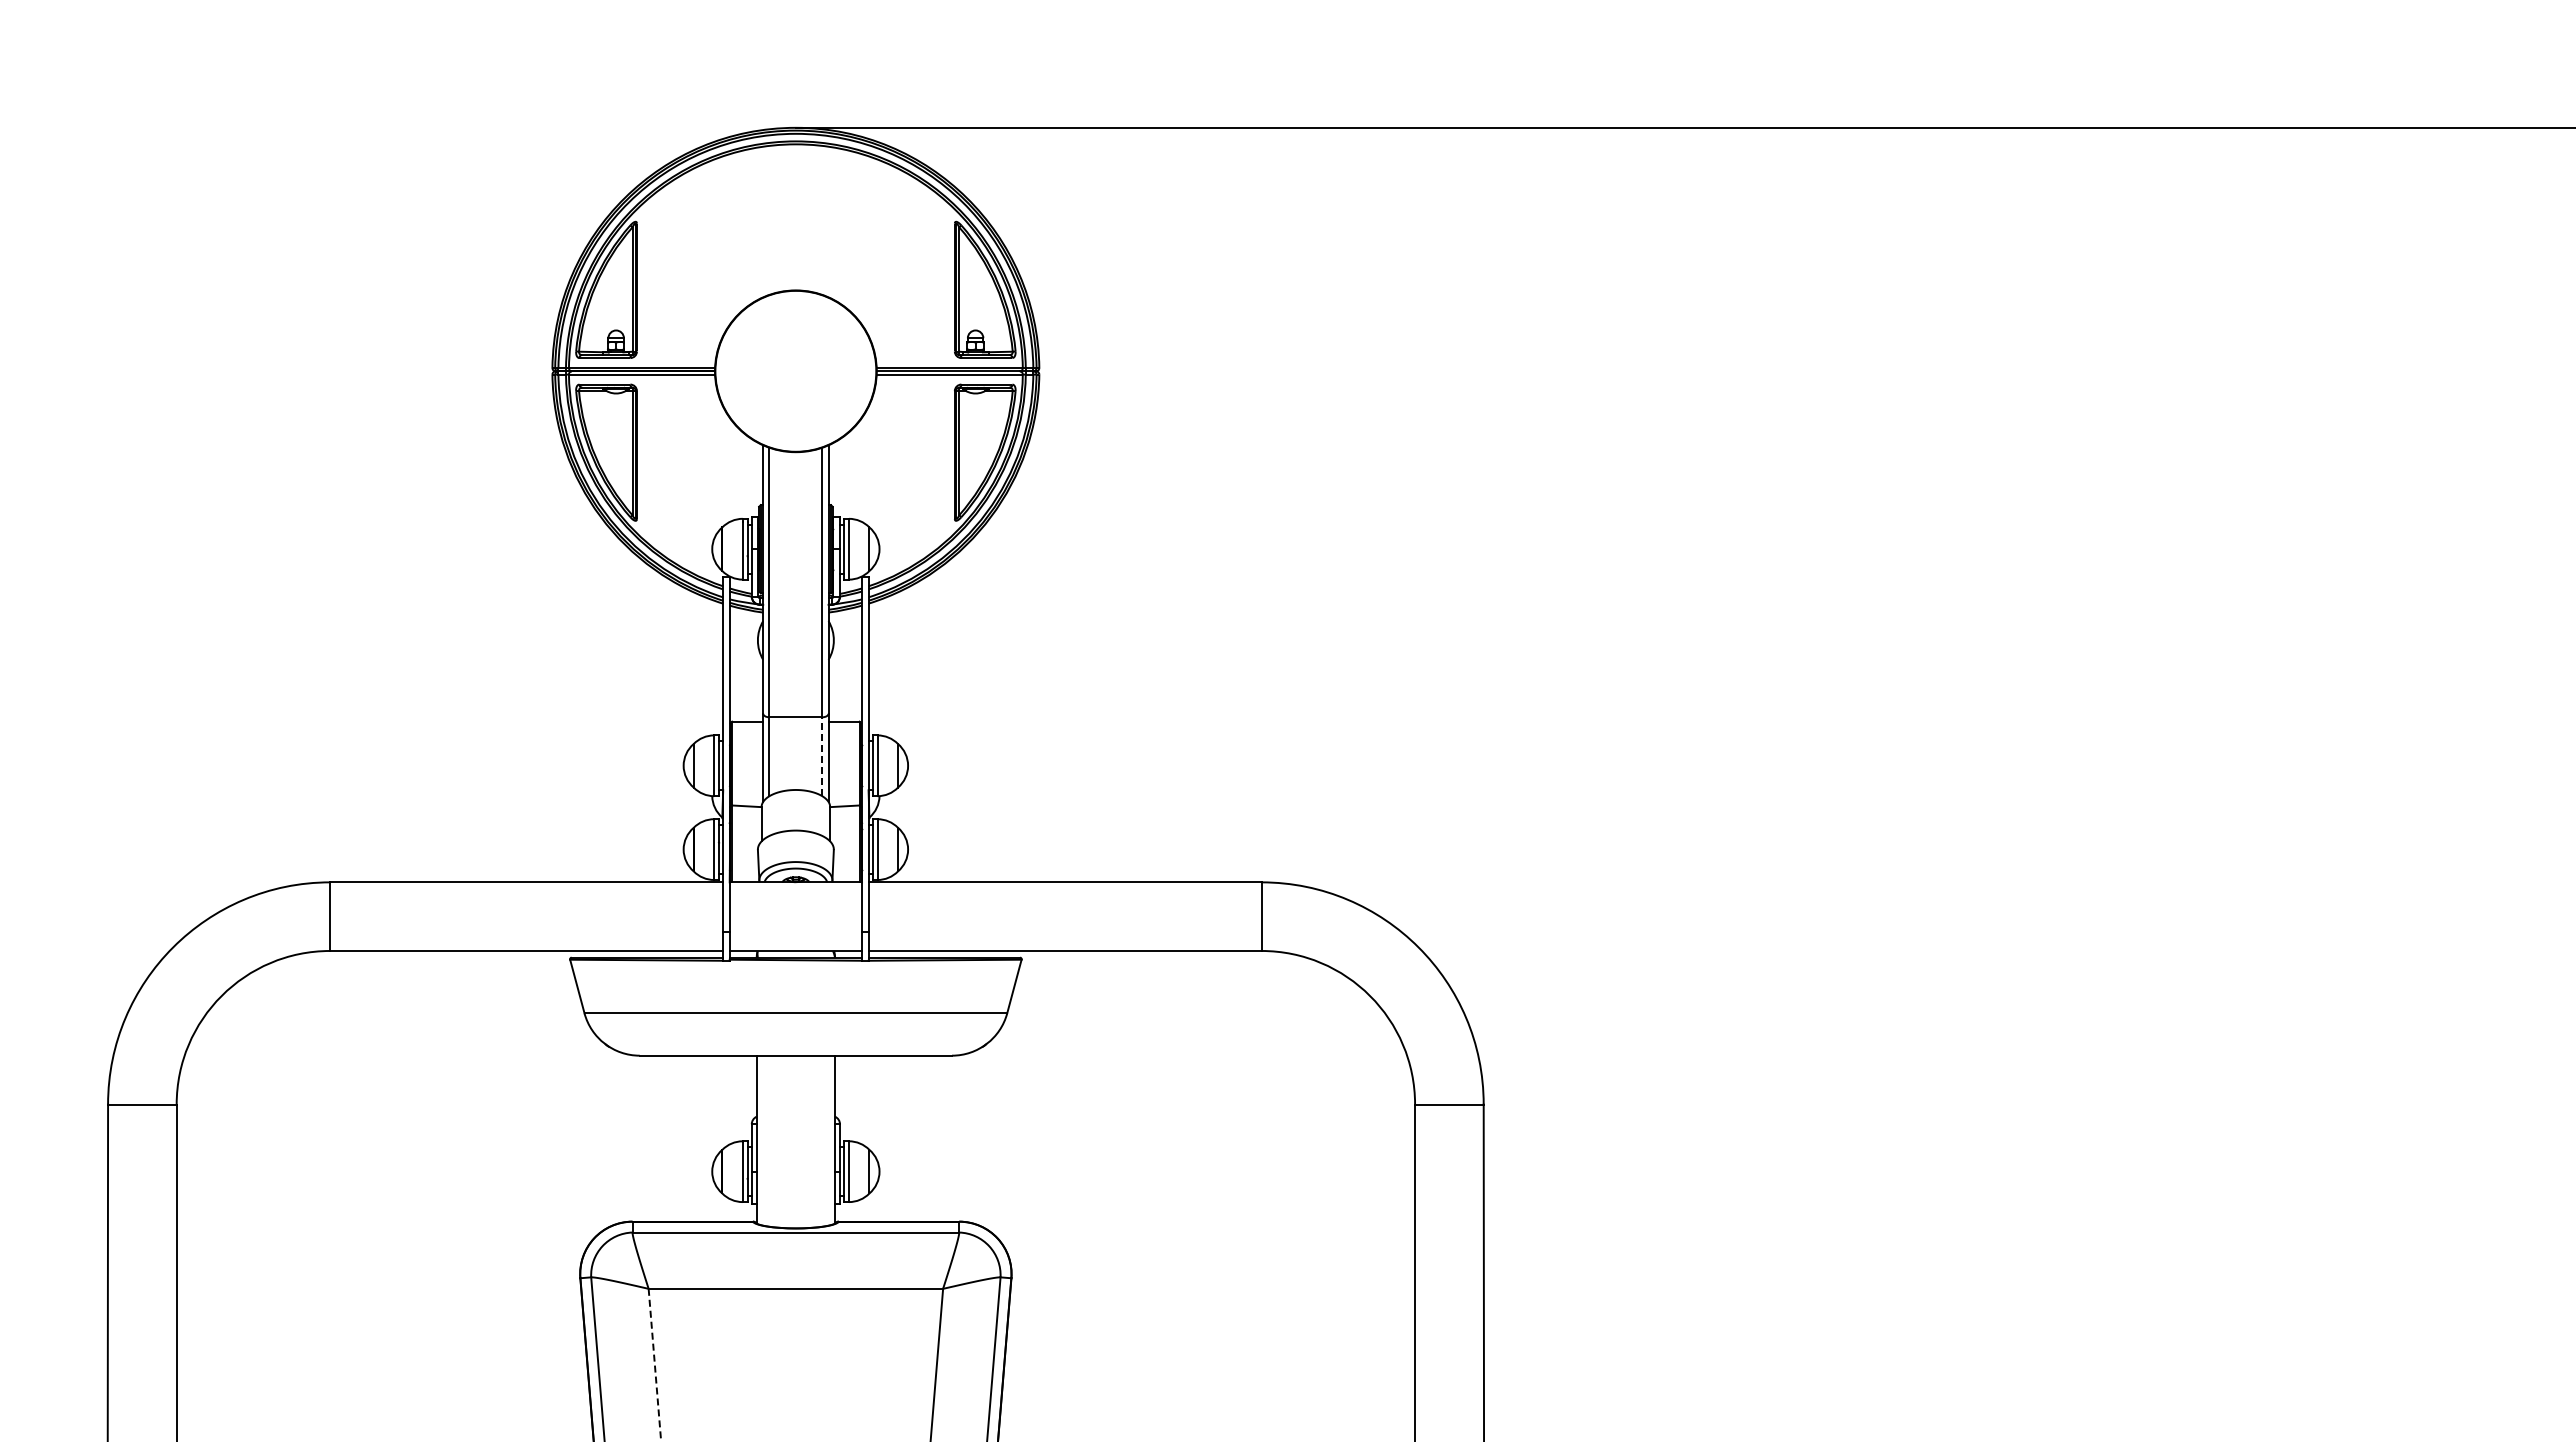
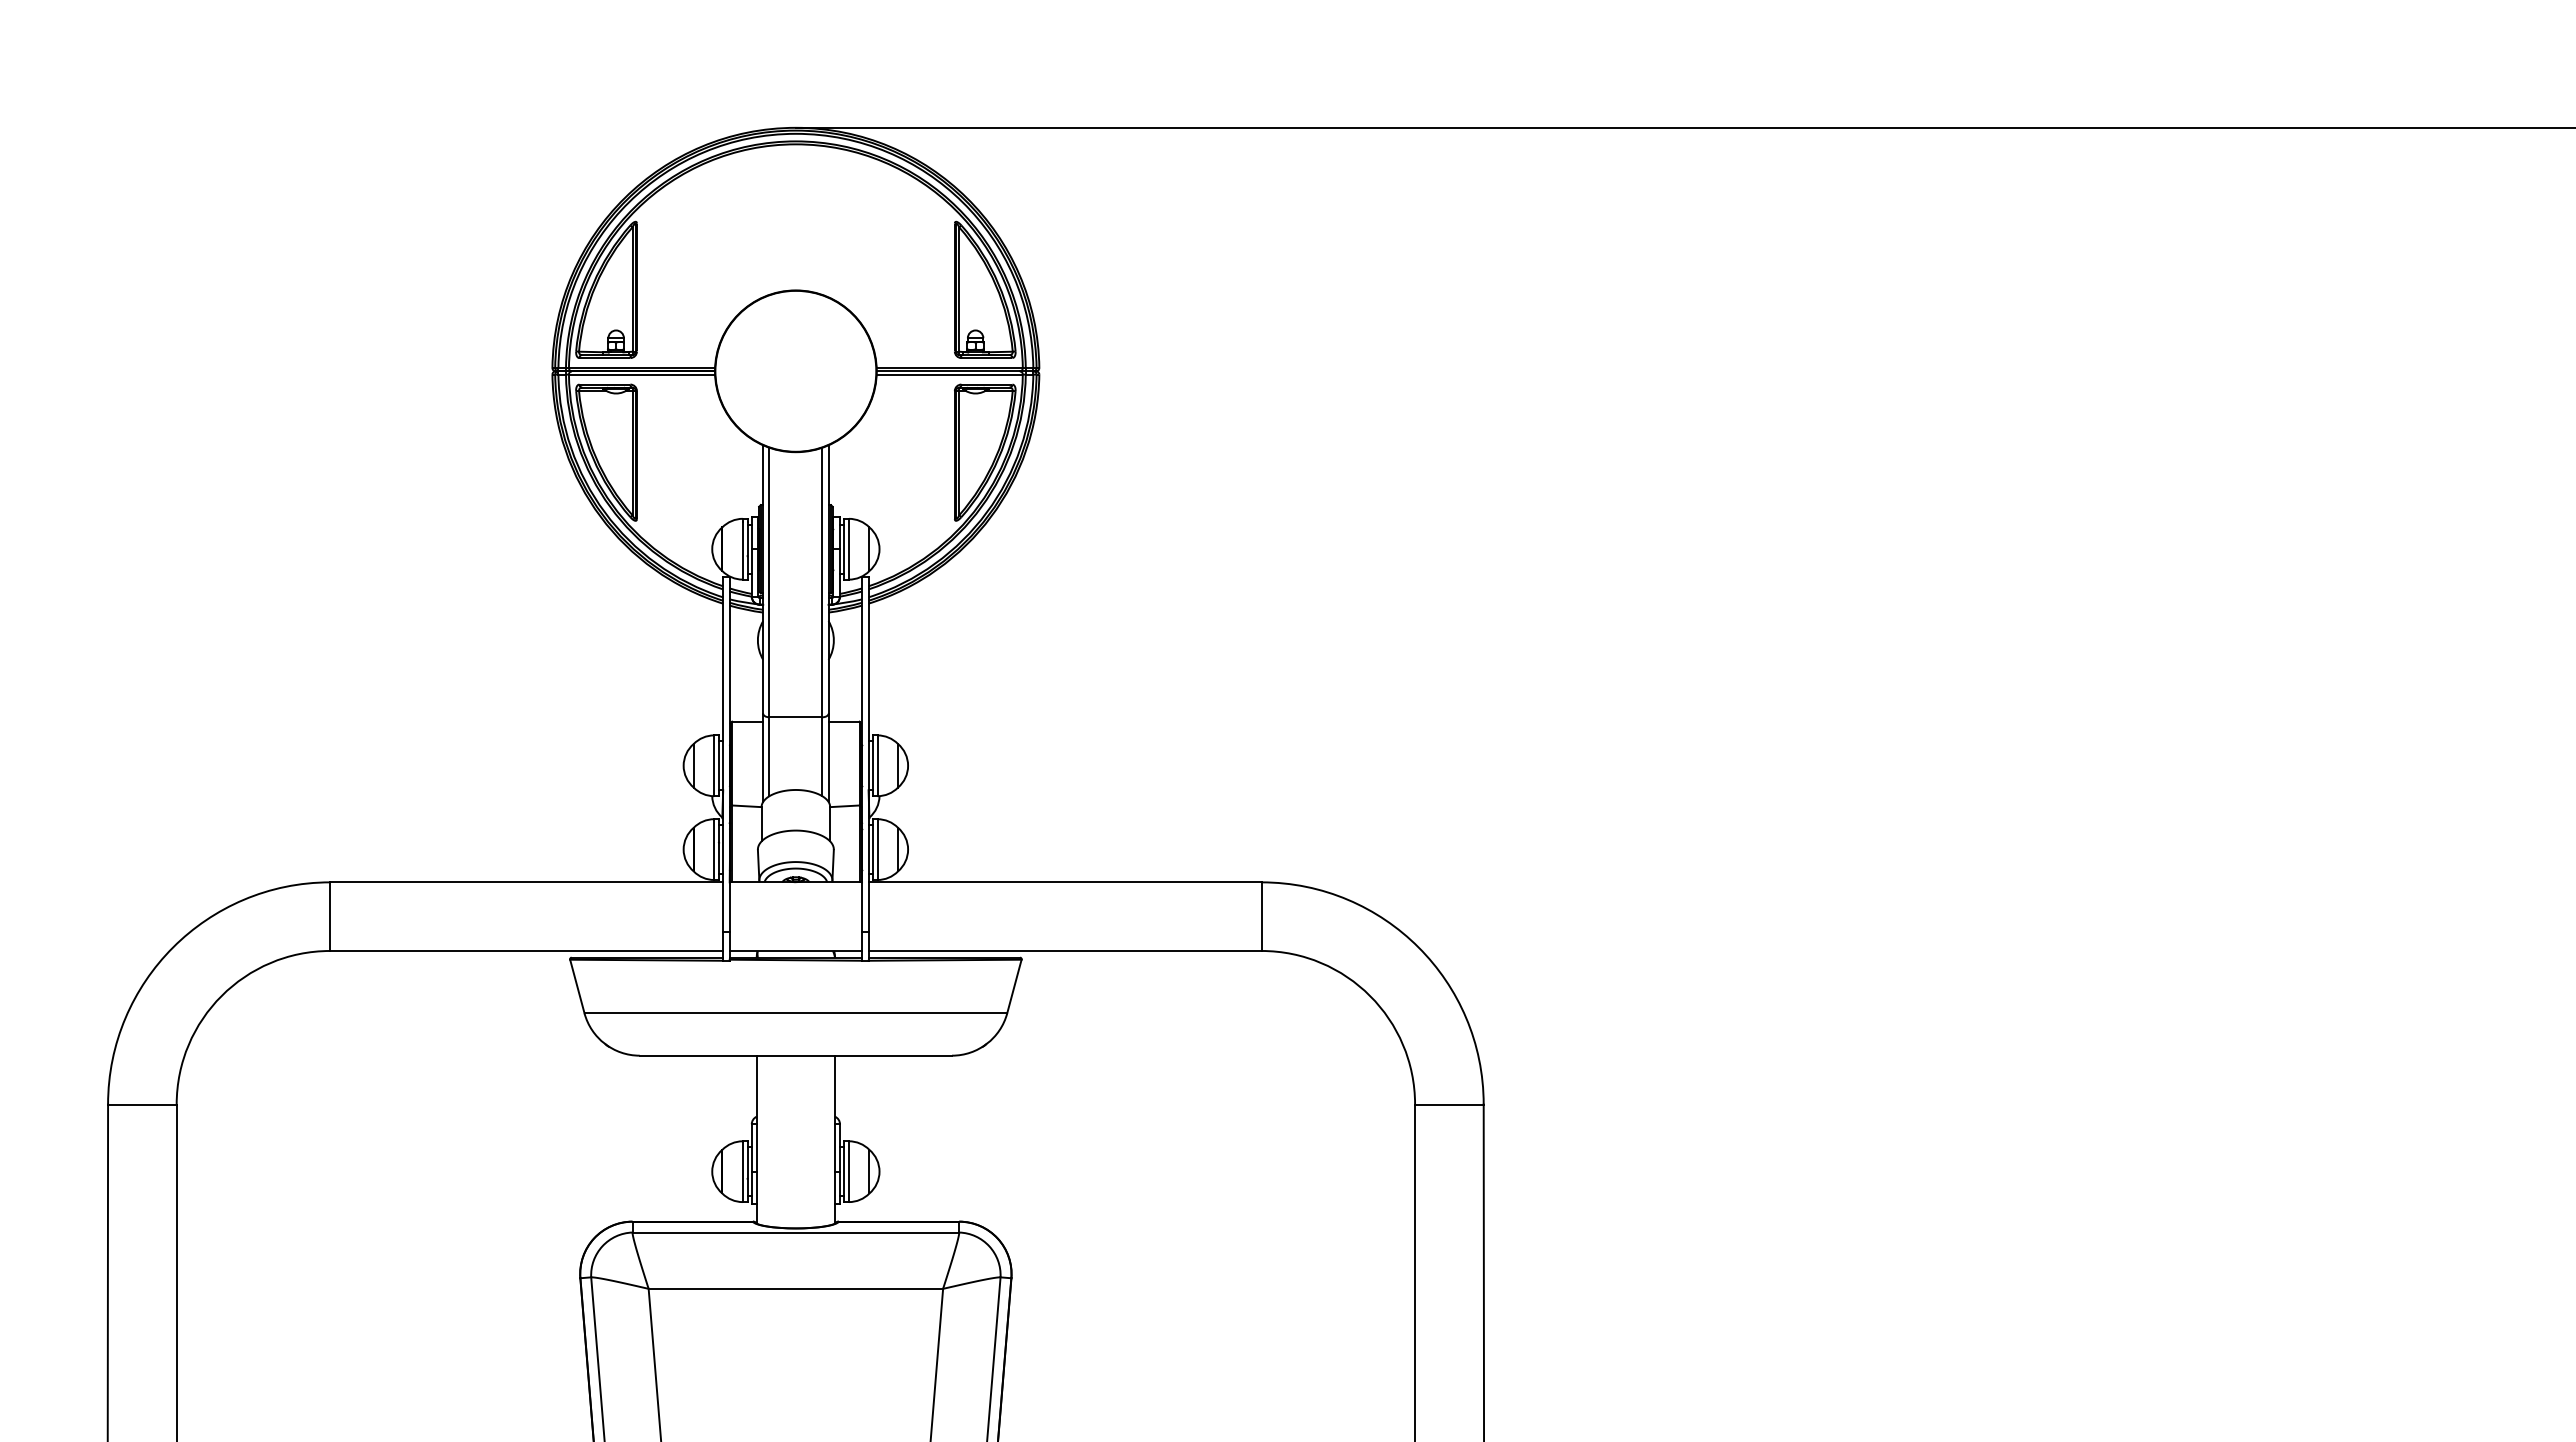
line at (822, 756): dashed -> solid
line at (654, 1365): dashed -> solid
